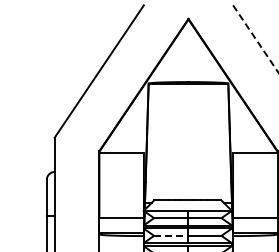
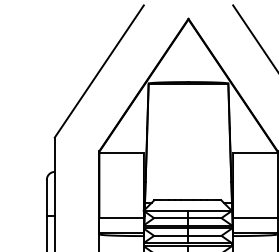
line at (255, 39): dashed -> solid
line at (170, 235): dashed -> solid
